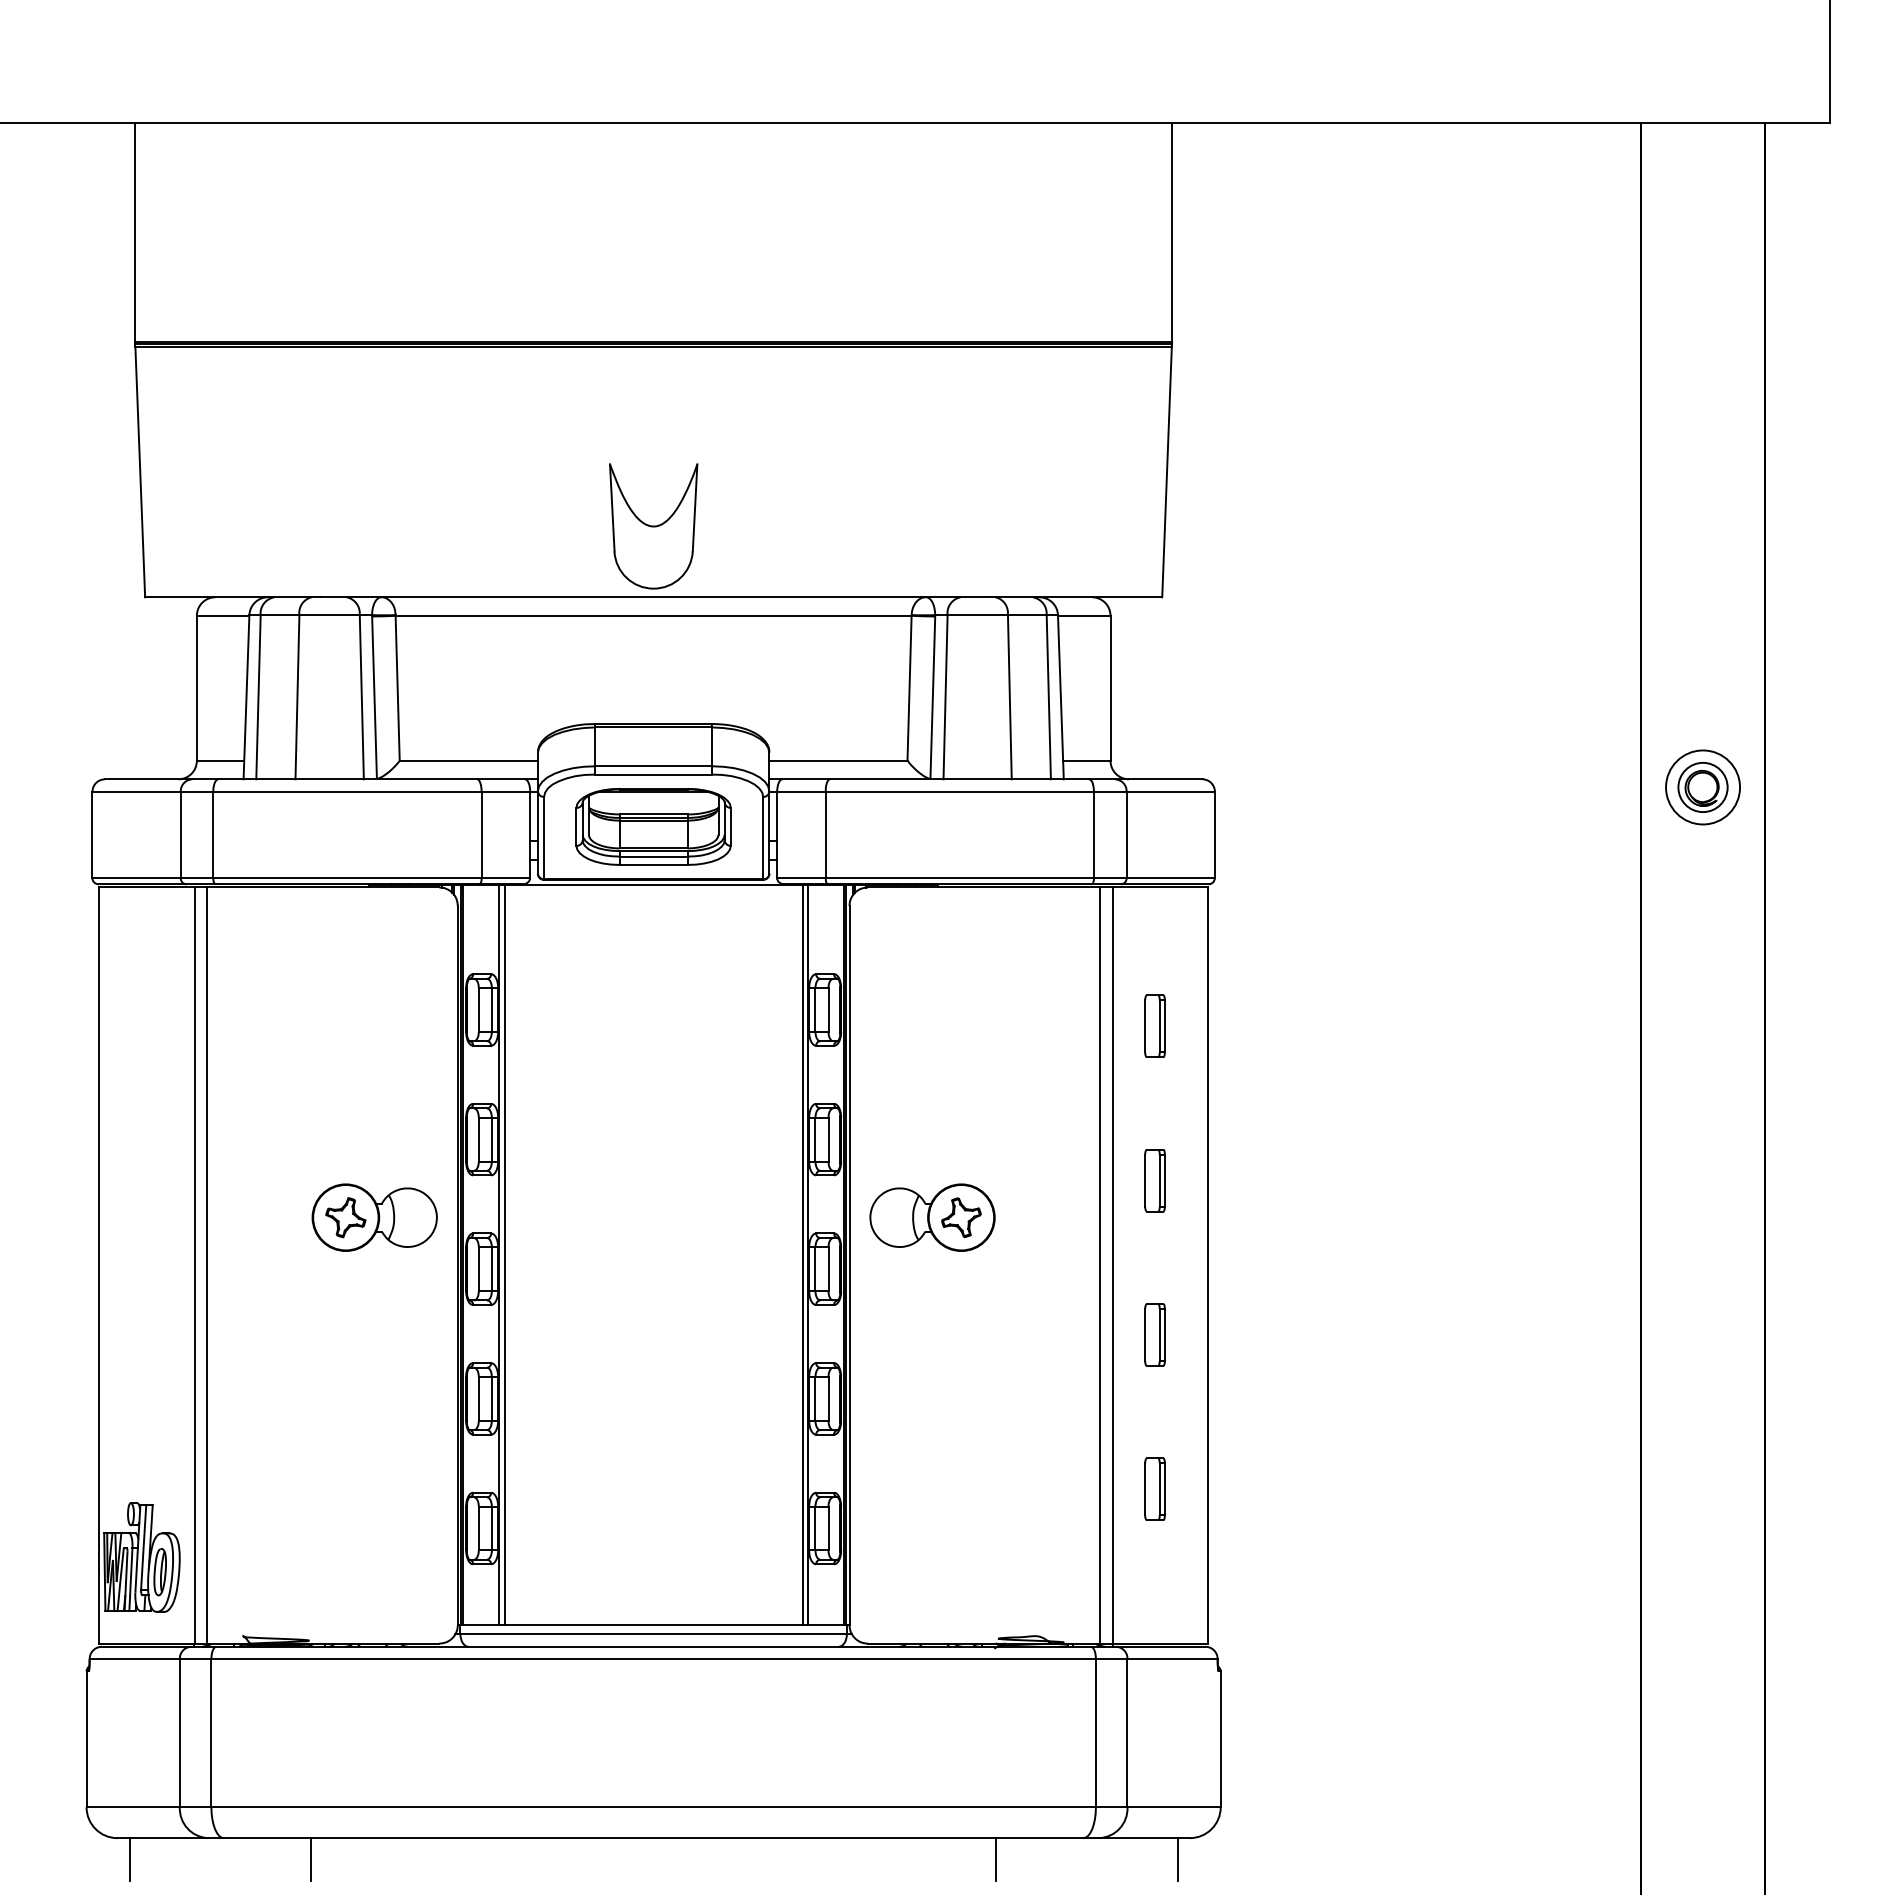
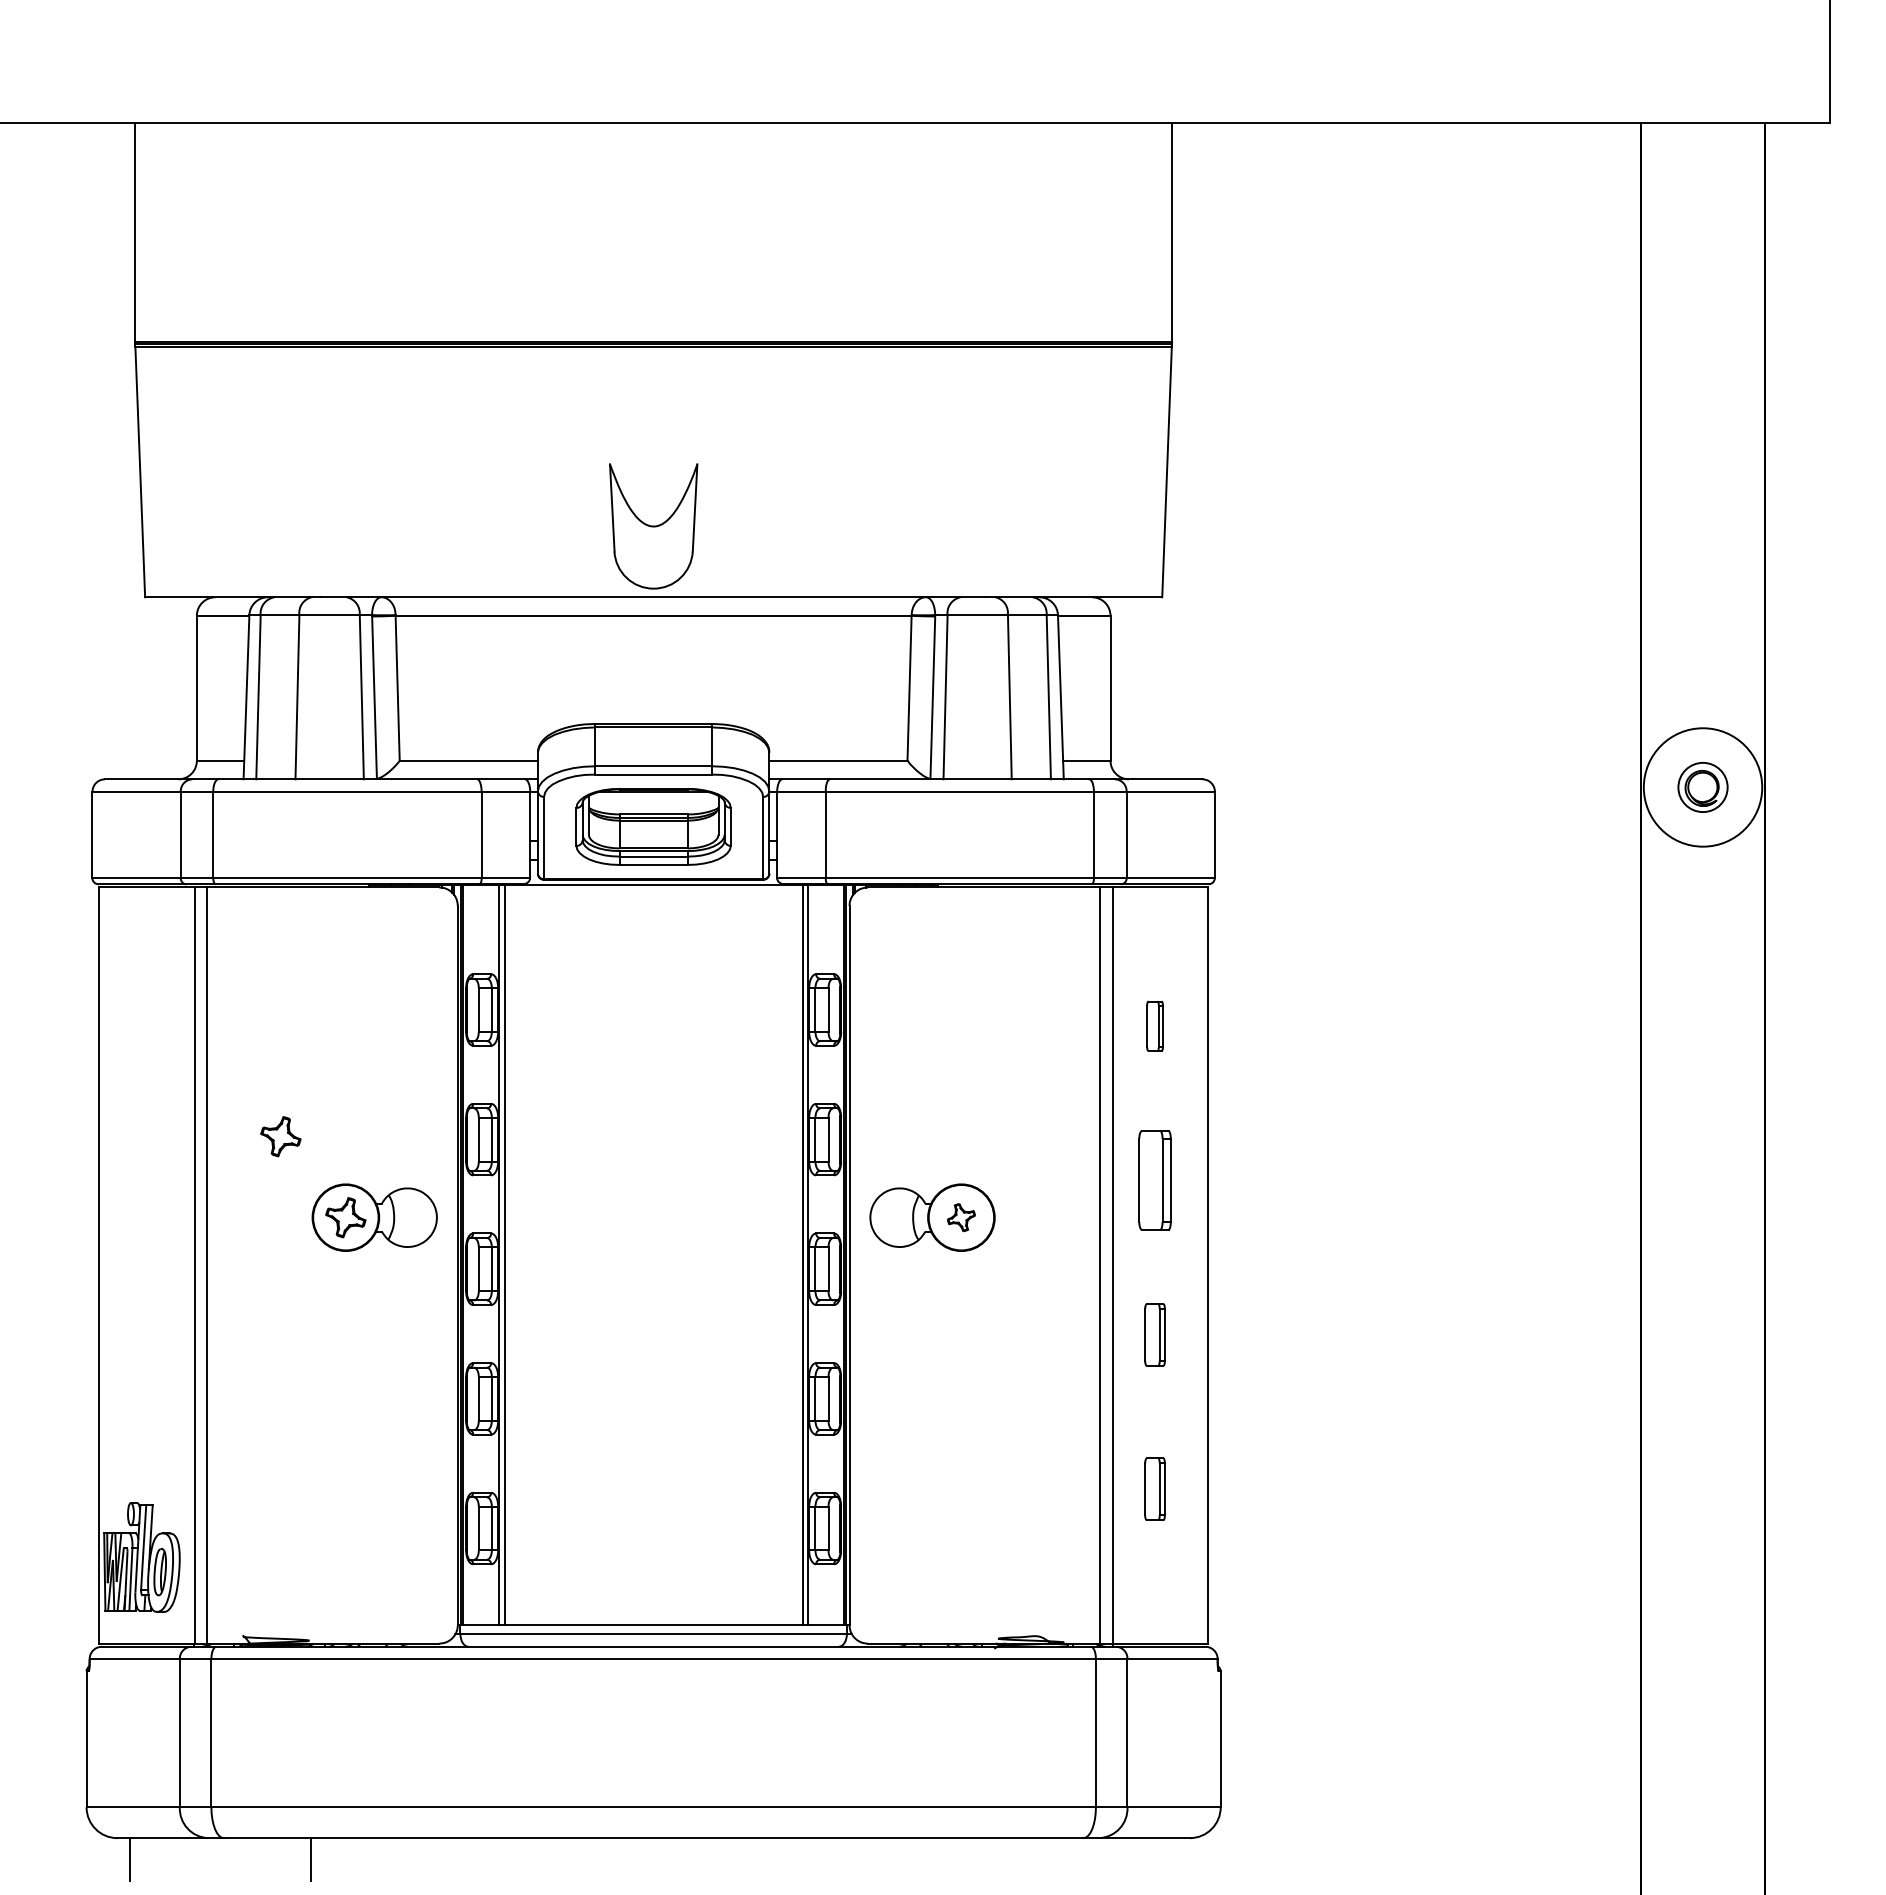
circle at (1703, 787) diameter: 74 px -> 118 px
part at (1154, 1025) size: 22x64 px -> 18x52 px
part at (280, 1136): none -> present
part at (1154, 1180) size: 22x64 px -> 34x101 px
part at (961, 1217) size: 41x41 px -> 29x30 px
line at (996, 1859): present -> none
line at (1177, 1859): present -> none
